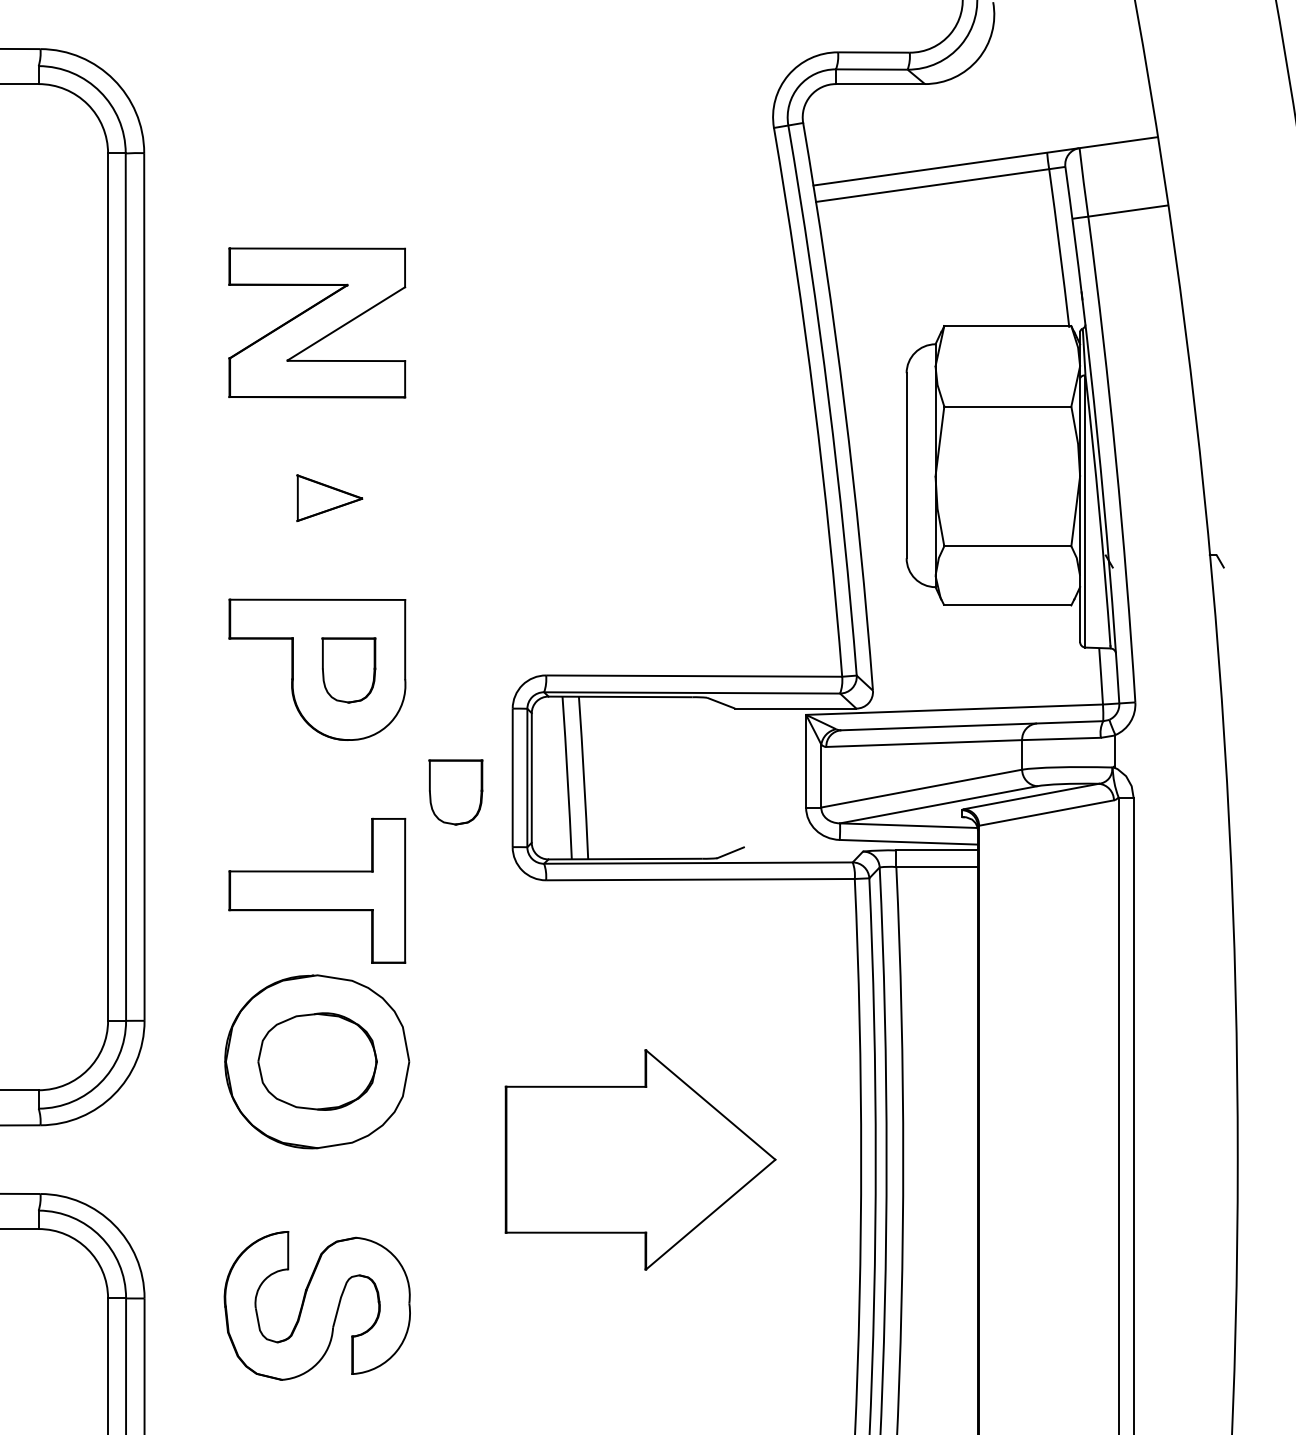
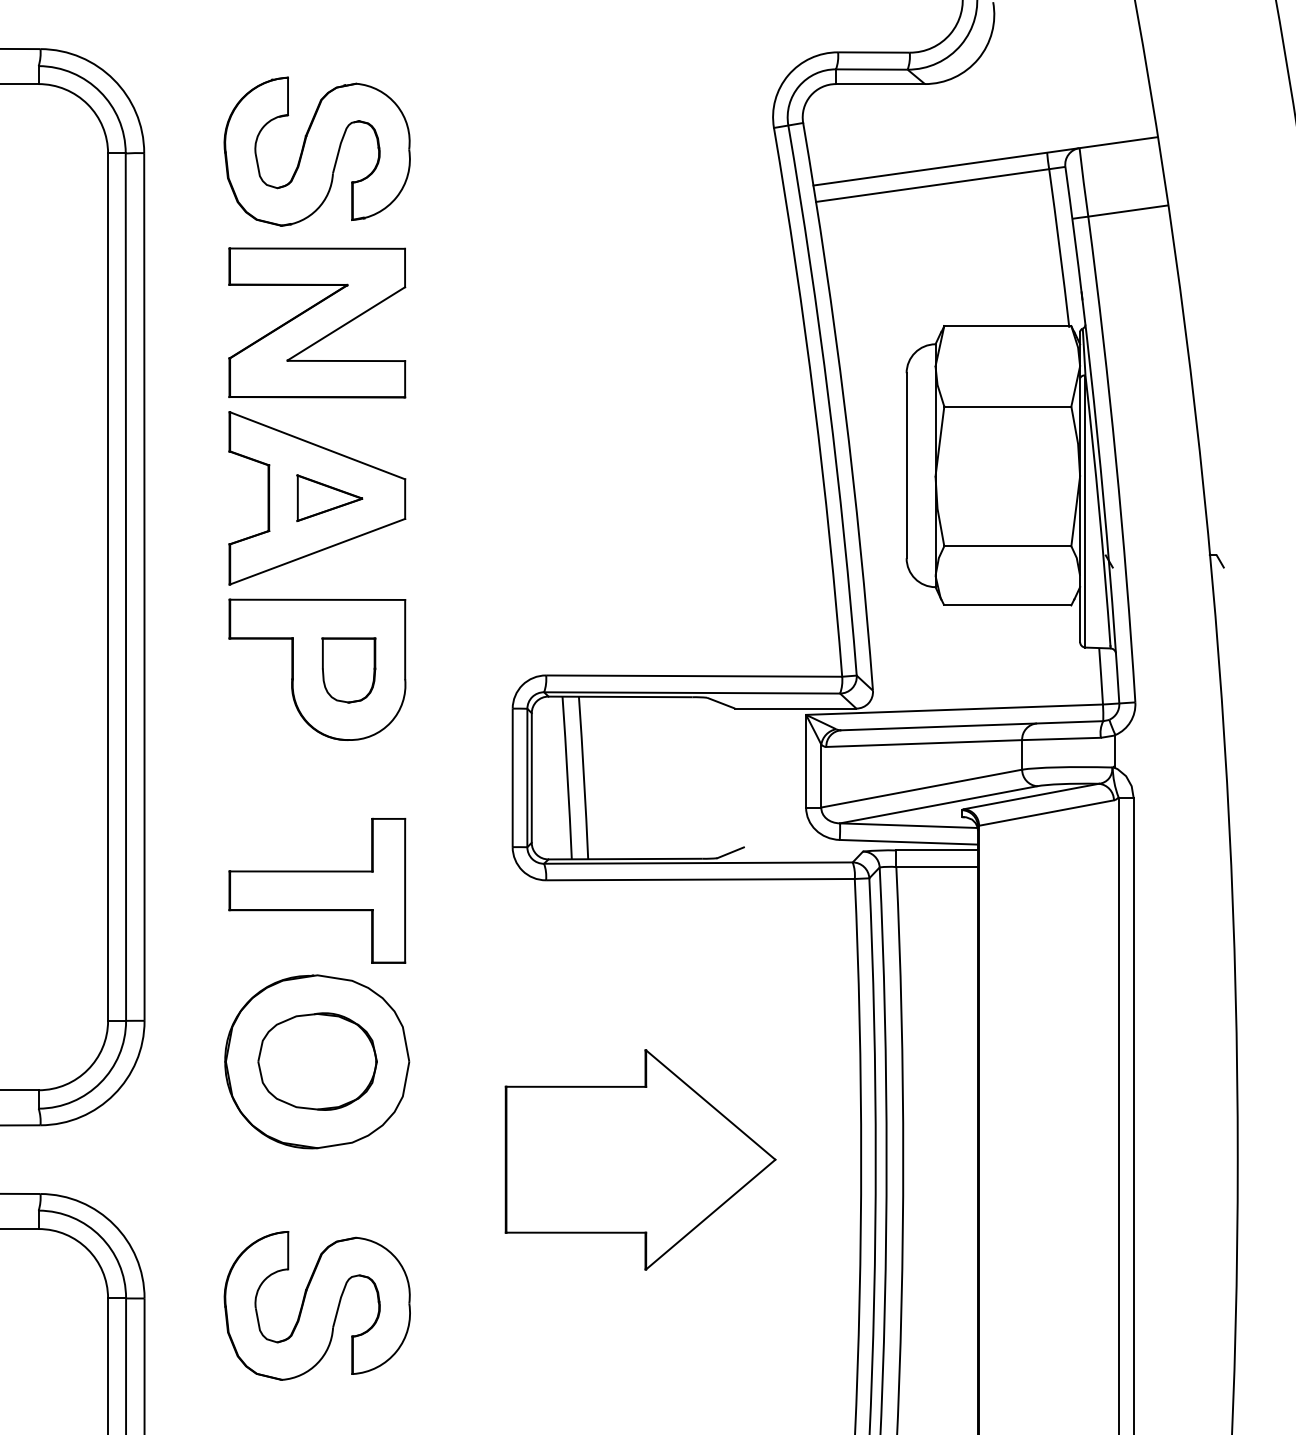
part at (316, 151): none -> present
part at (317, 498): none -> present
part at (455, 792): present -> none
